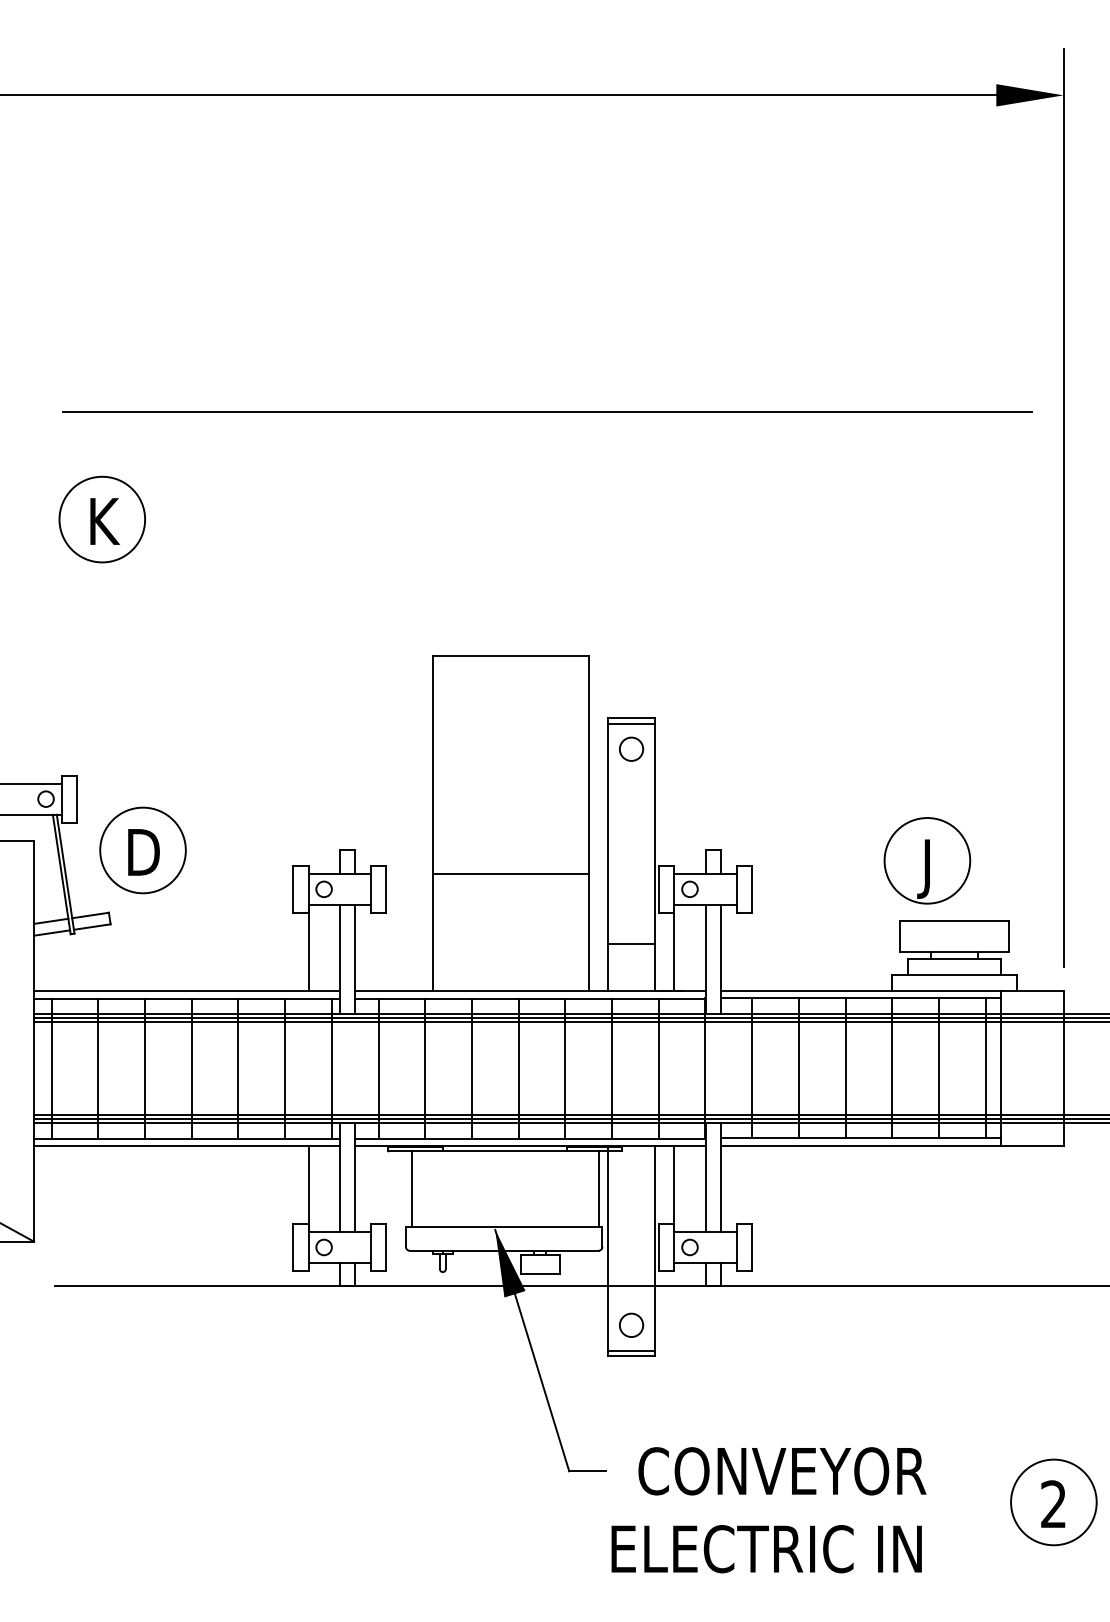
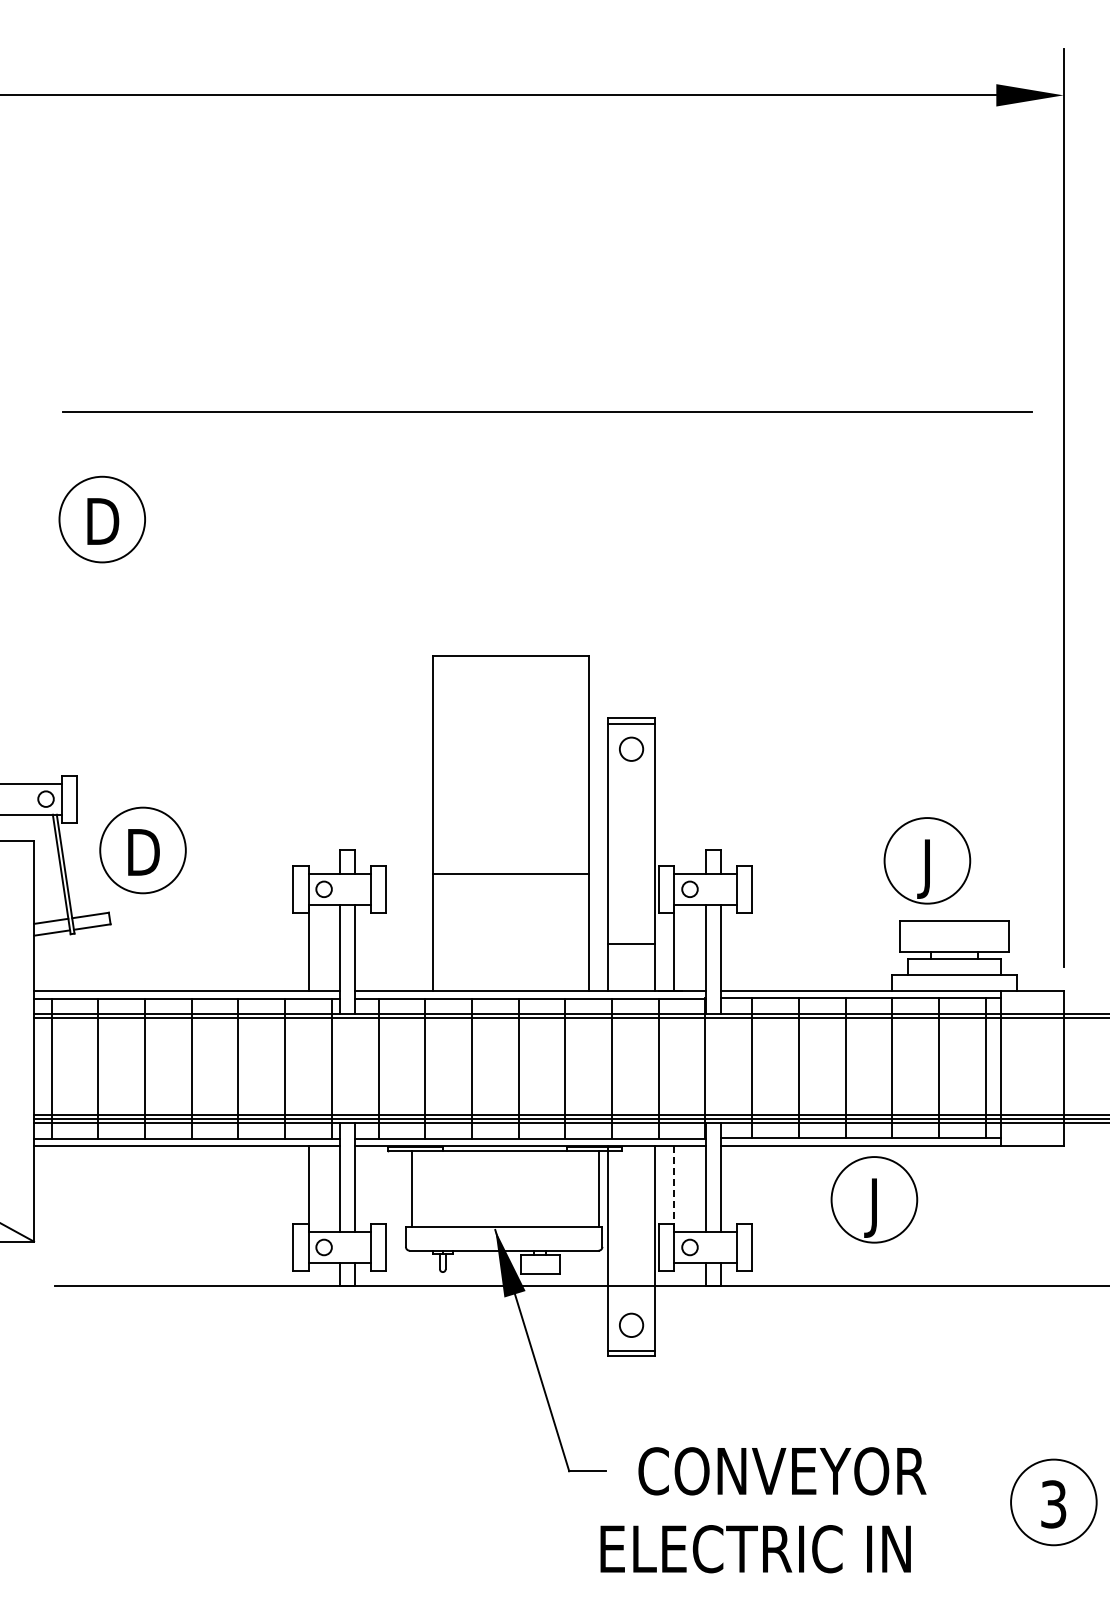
text at (103, 521): K -> D
line at (570, 1021): present -> none
line at (674, 1189): solid -> dashed
part at (874, 1199): none -> present
text at (1053, 1504): 2 -> 3
text at (766, 1549) position: (766, 1549) -> (755, 1549)
